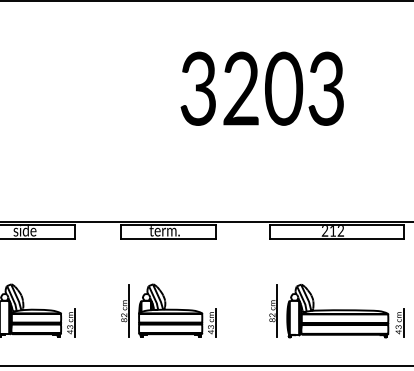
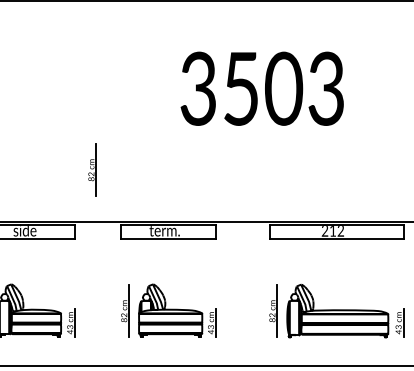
text at (240, 88): 3203 -> 3503
part at (92, 169): none -> present
